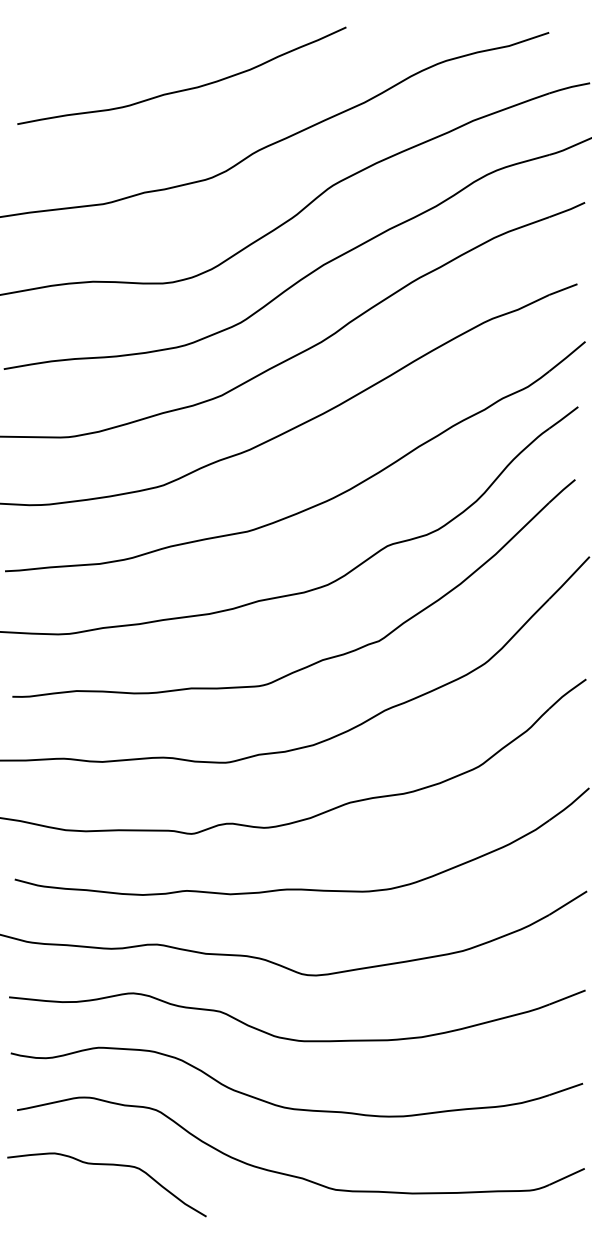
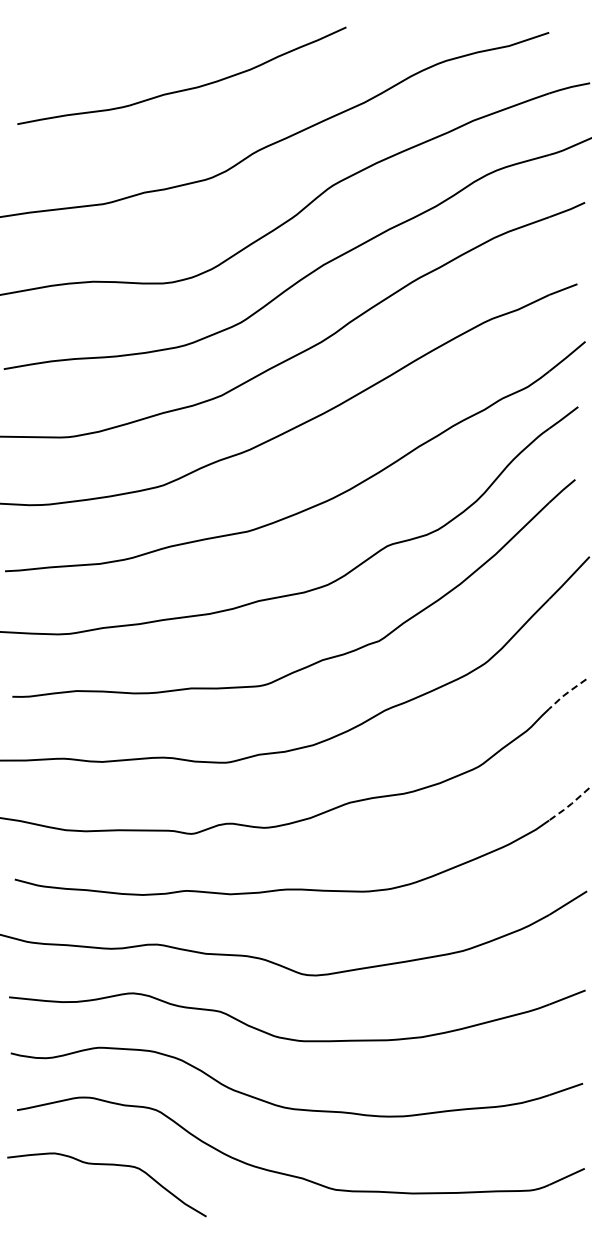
line at (566, 693): solid -> dashed
line at (570, 805): solid -> dashed
